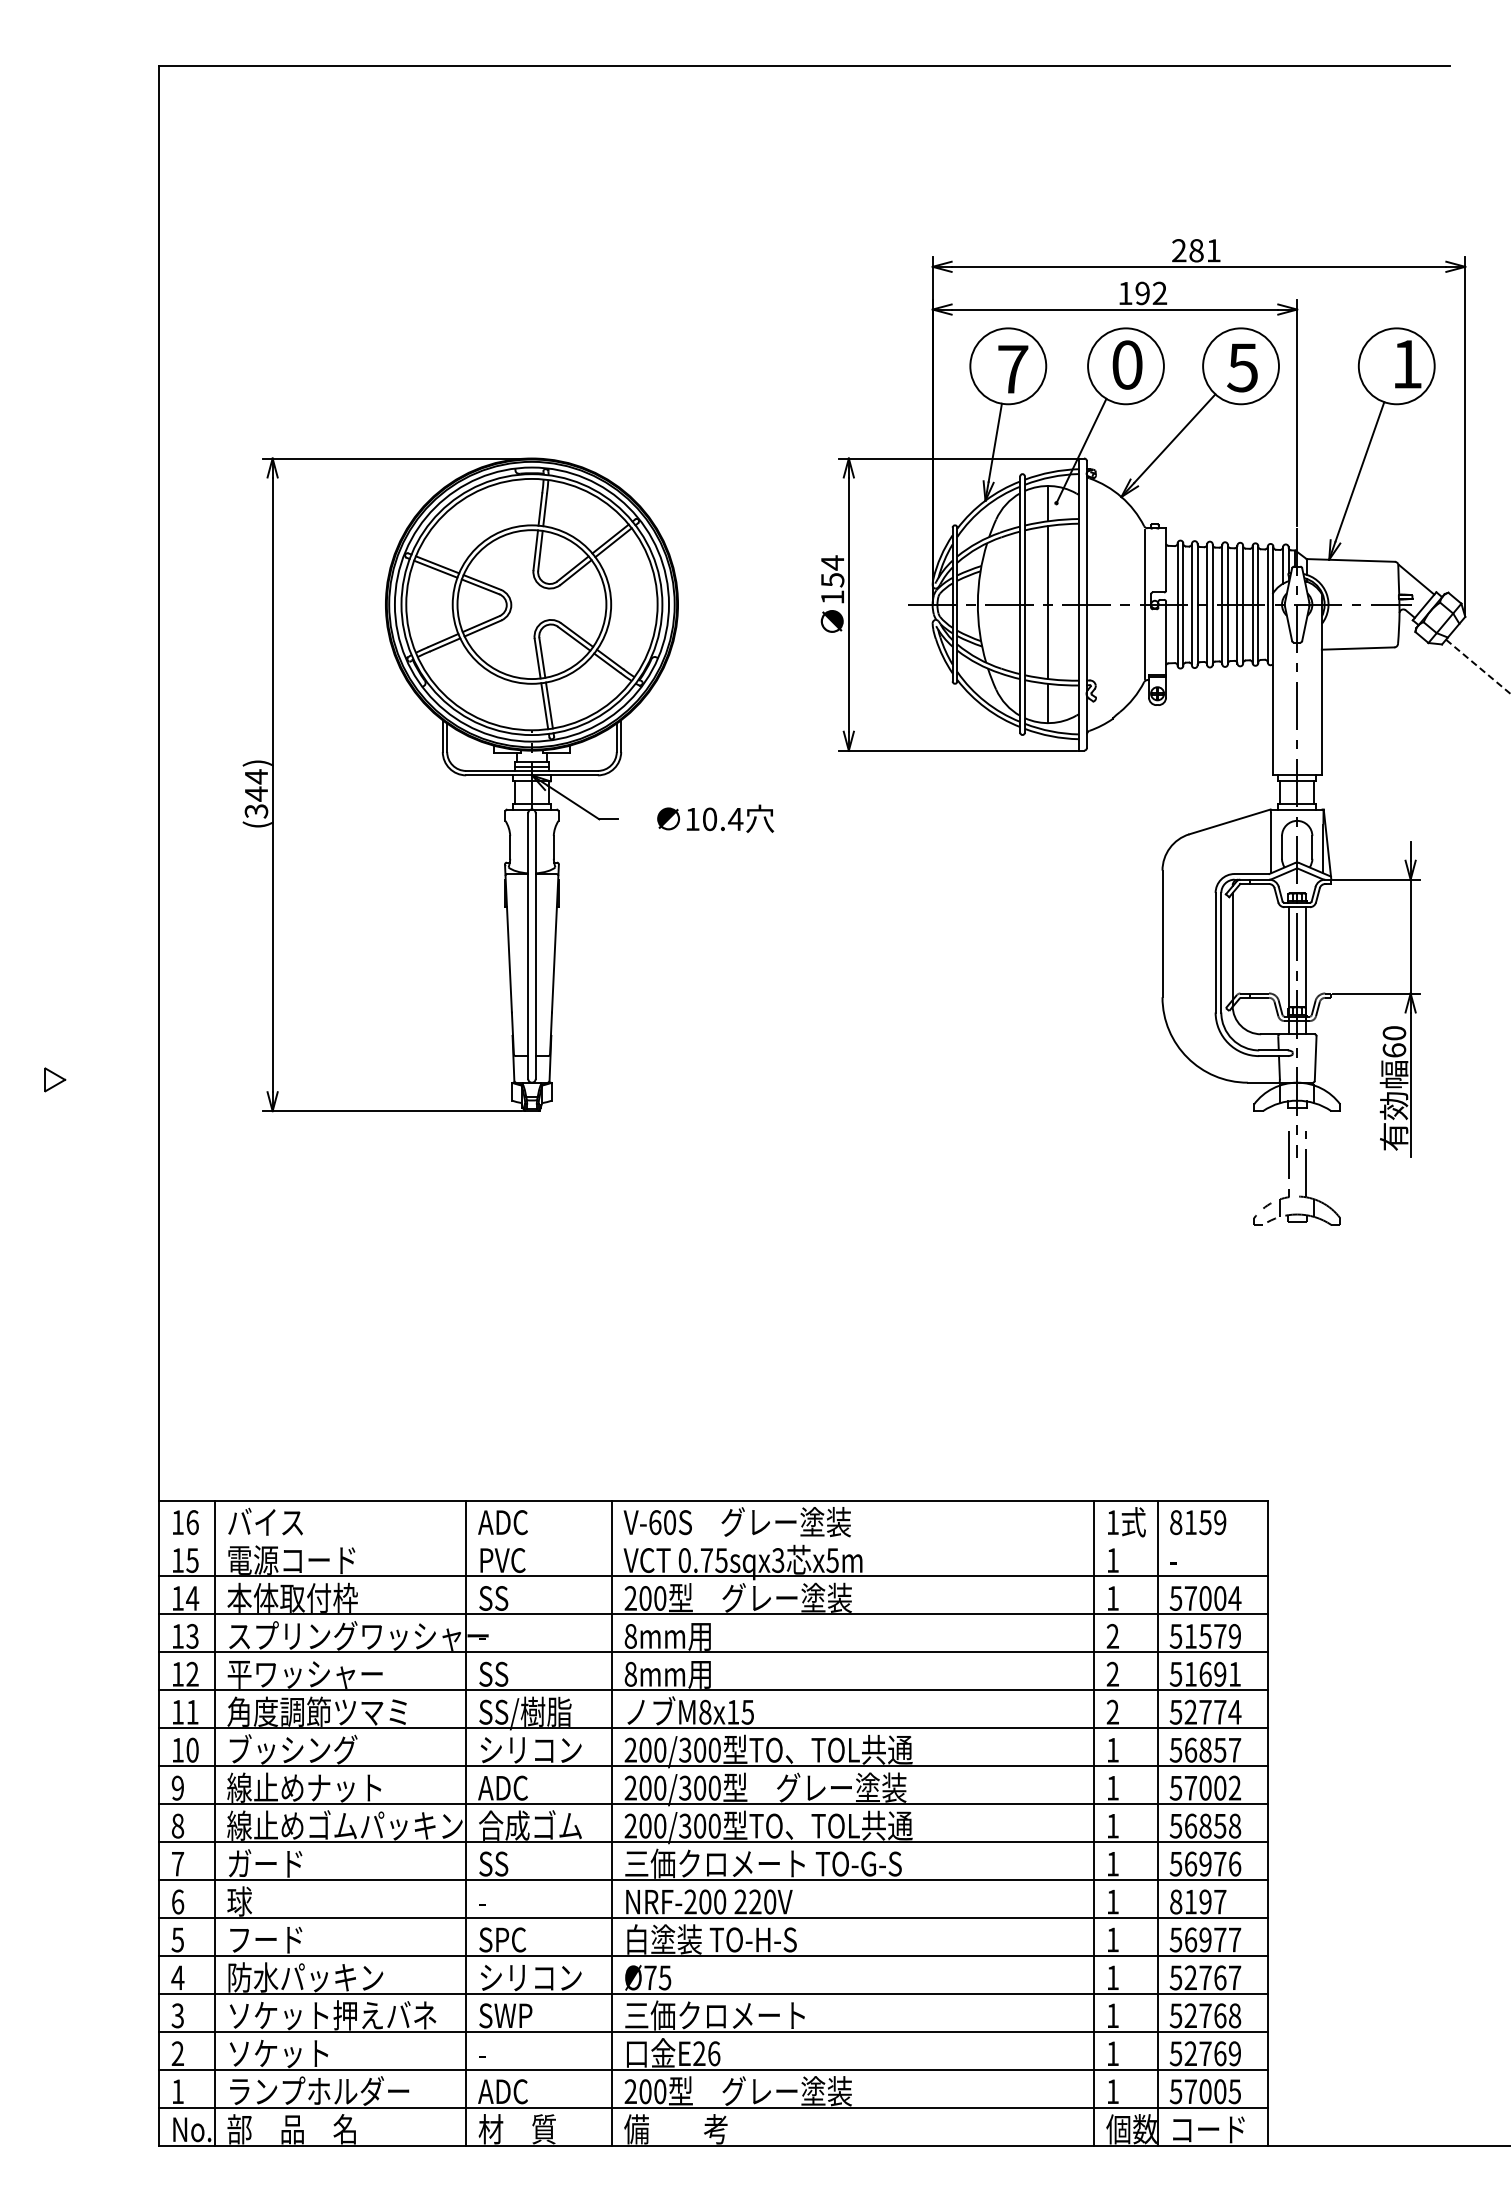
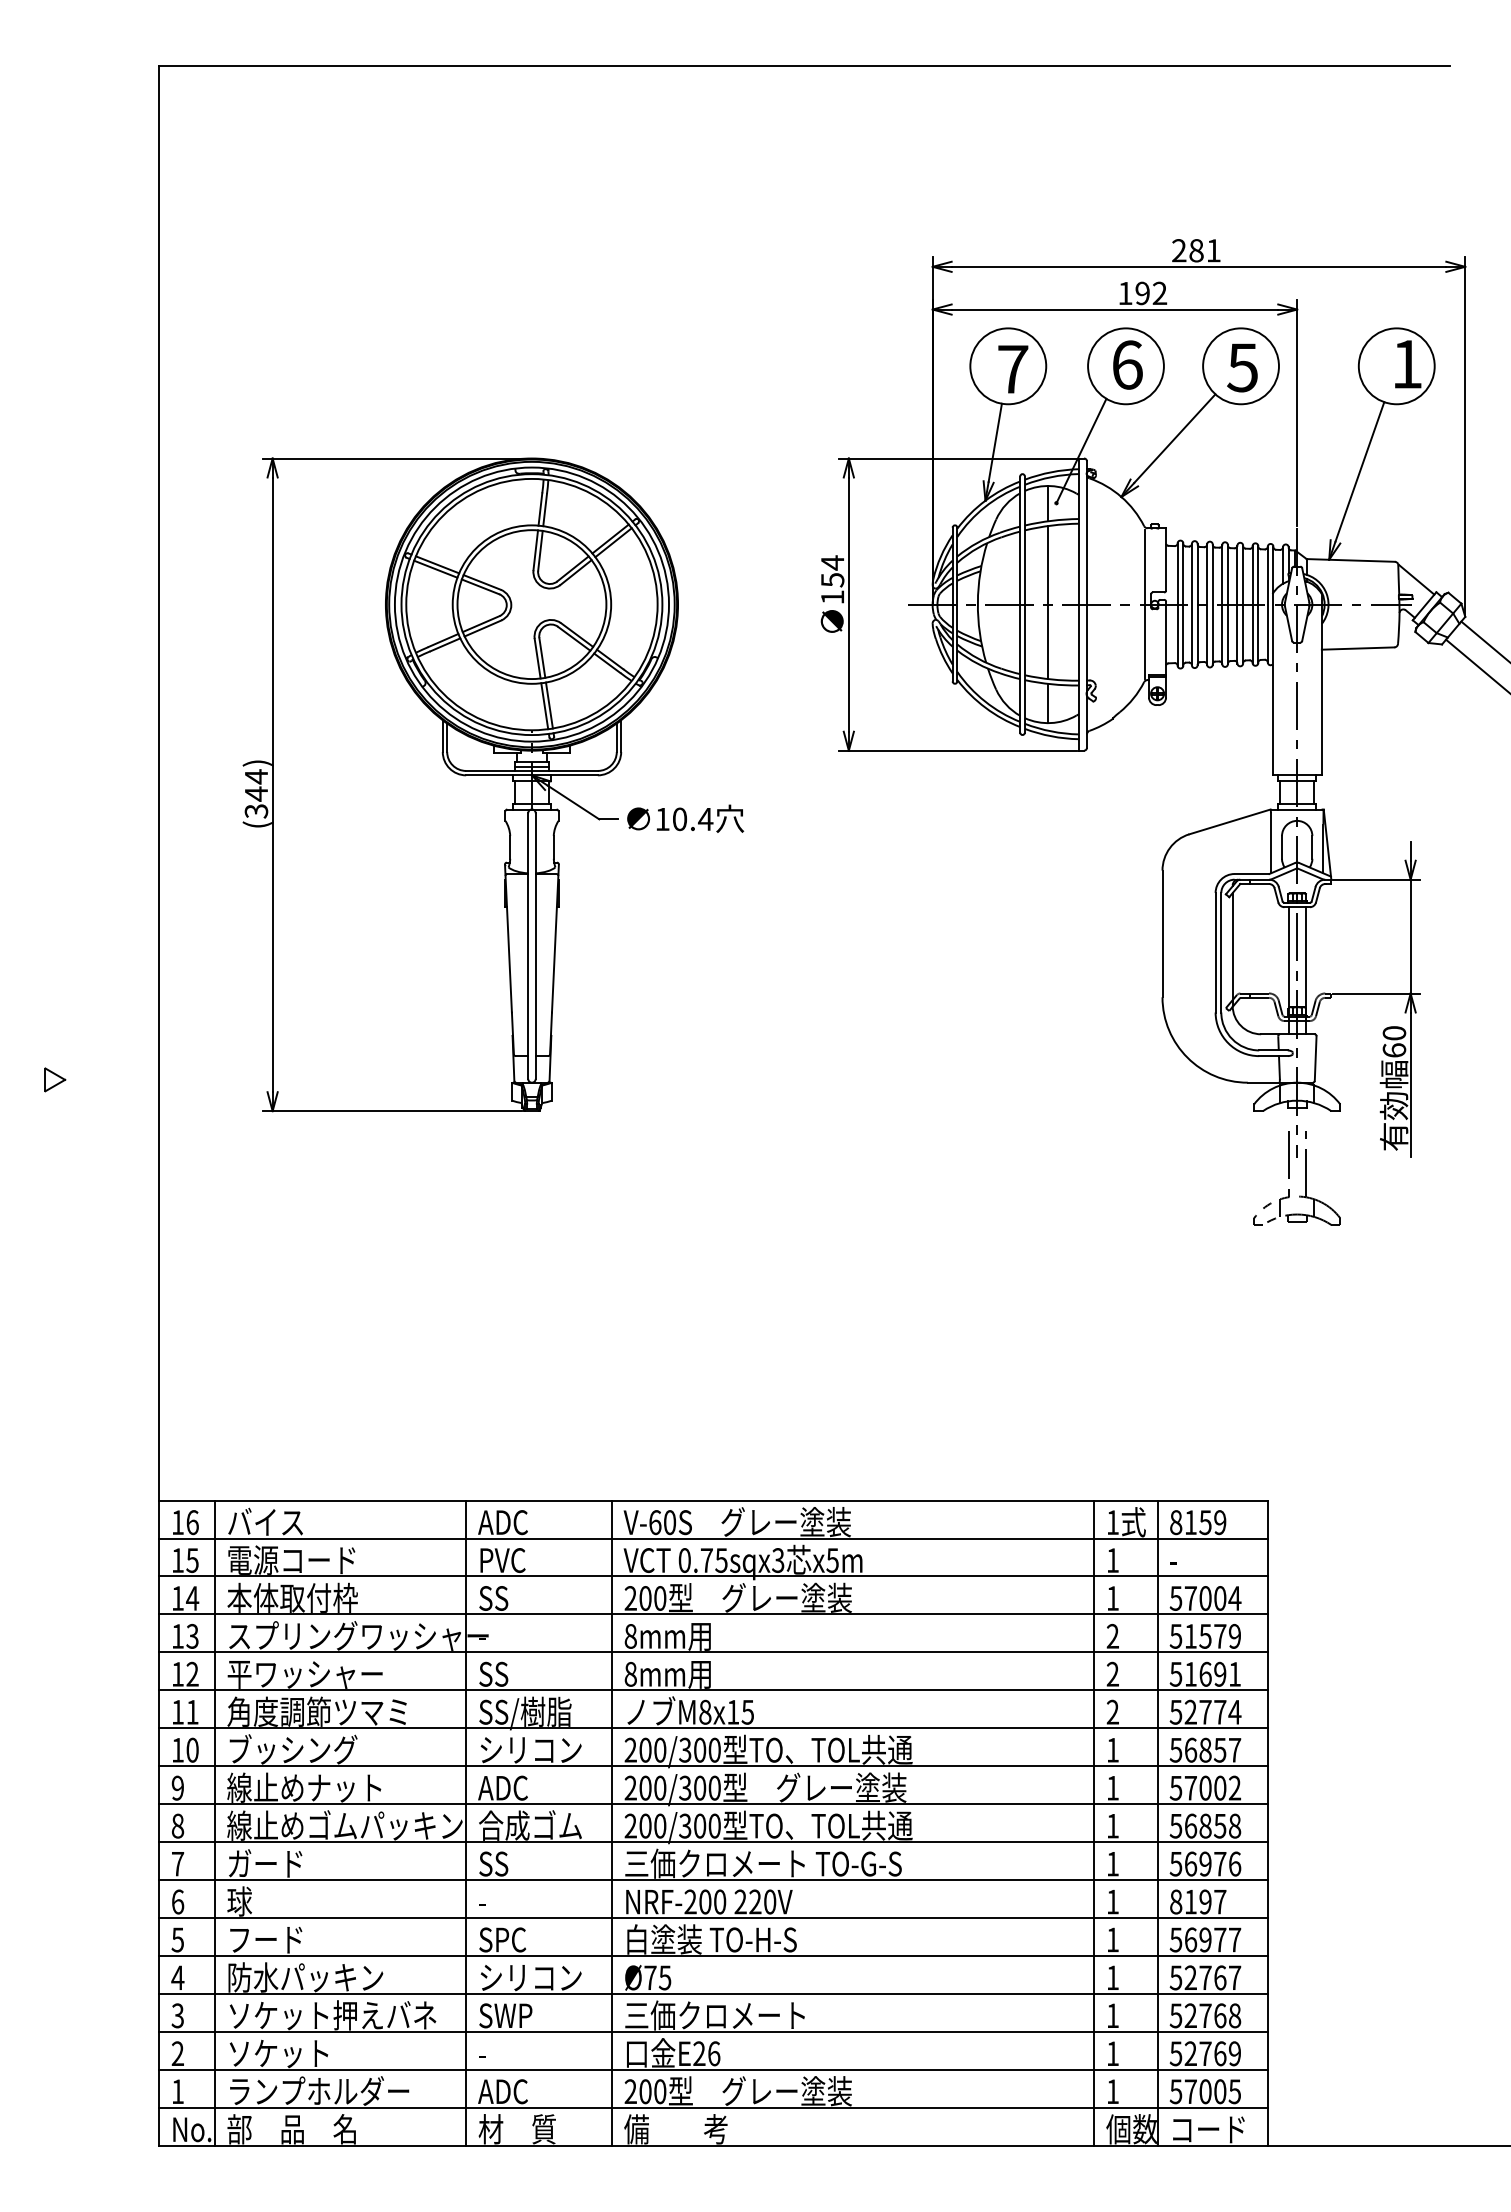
text at (1127, 364): 0 -> 6
line at (1484, 640): none -> present
line at (1478, 667): dashed -> solid
text at (715, 818) position: (715, 818) -> (685, 818)
line at (713, 1538): none -> present
